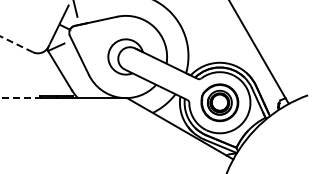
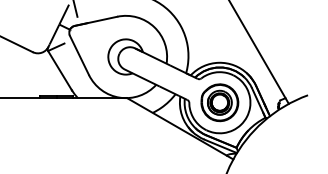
line at (16, 43): dashed -> solid
line at (20, 98): dashed -> solid
